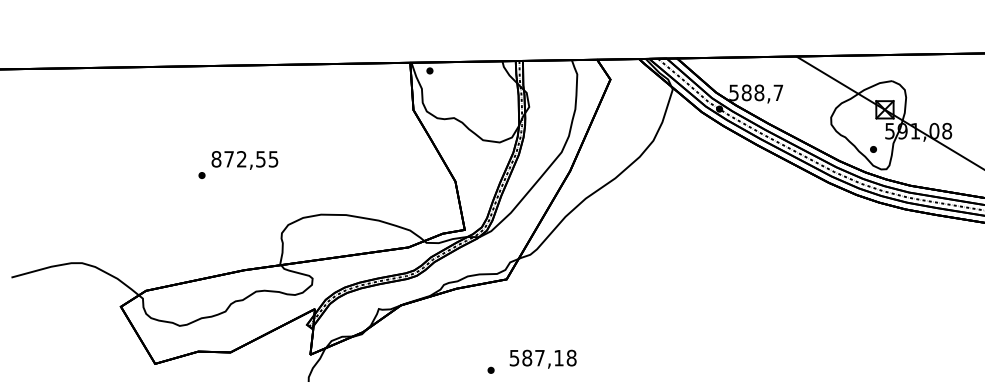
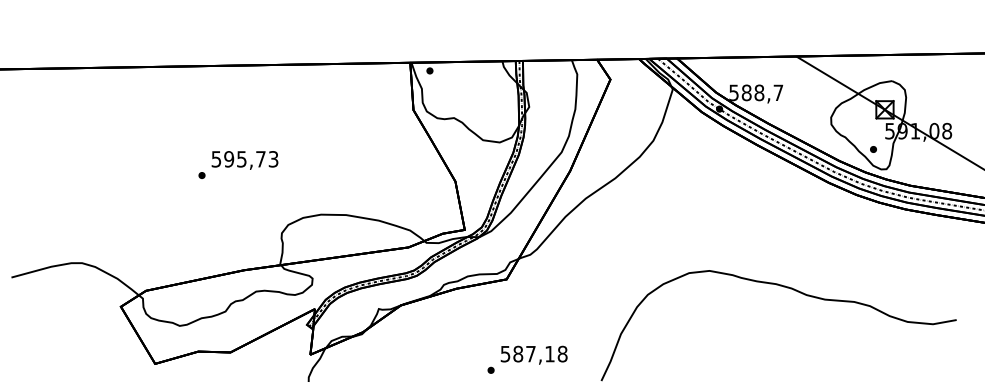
text at (244, 159): 872,55 -> 595,73
curve at (790, 289): none -> present
text at (542, 358) position: (542, 358) -> (533, 354)
